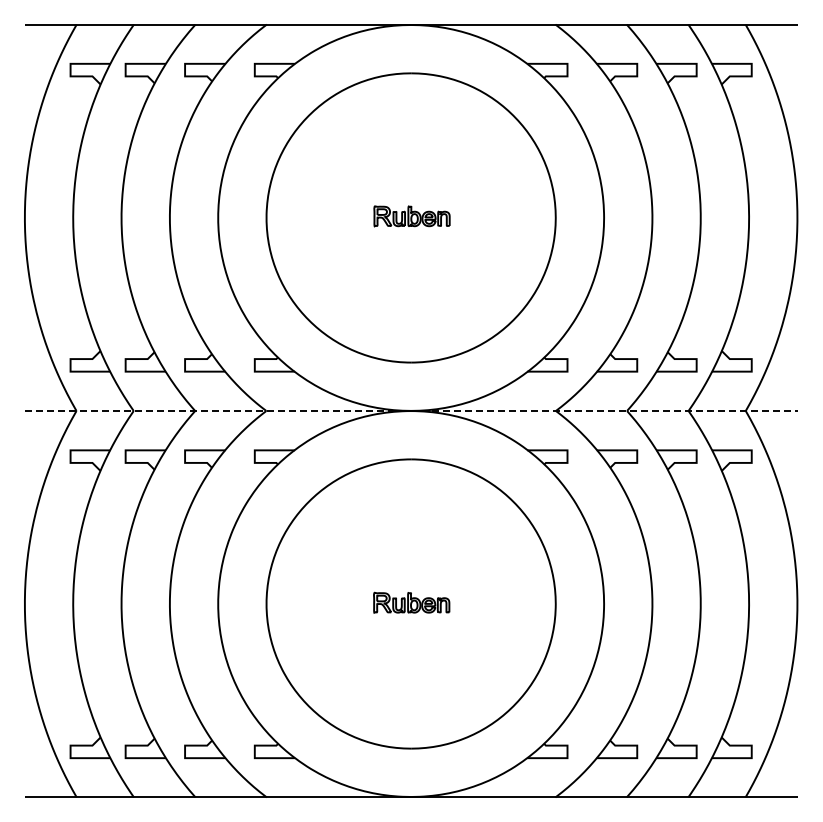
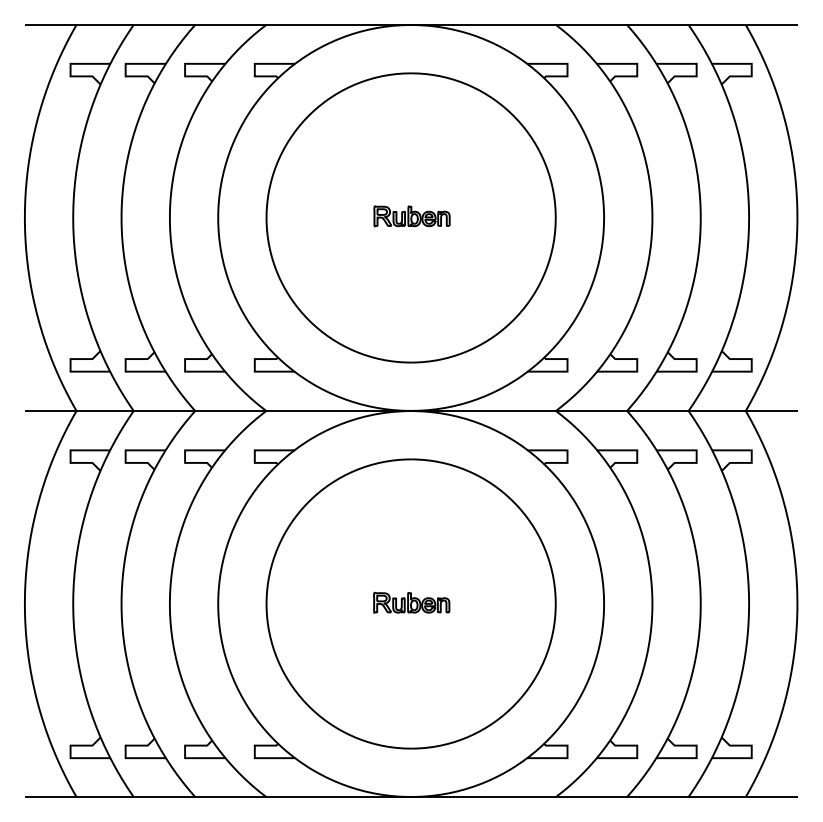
line at (411, 410): dashed -> solid
